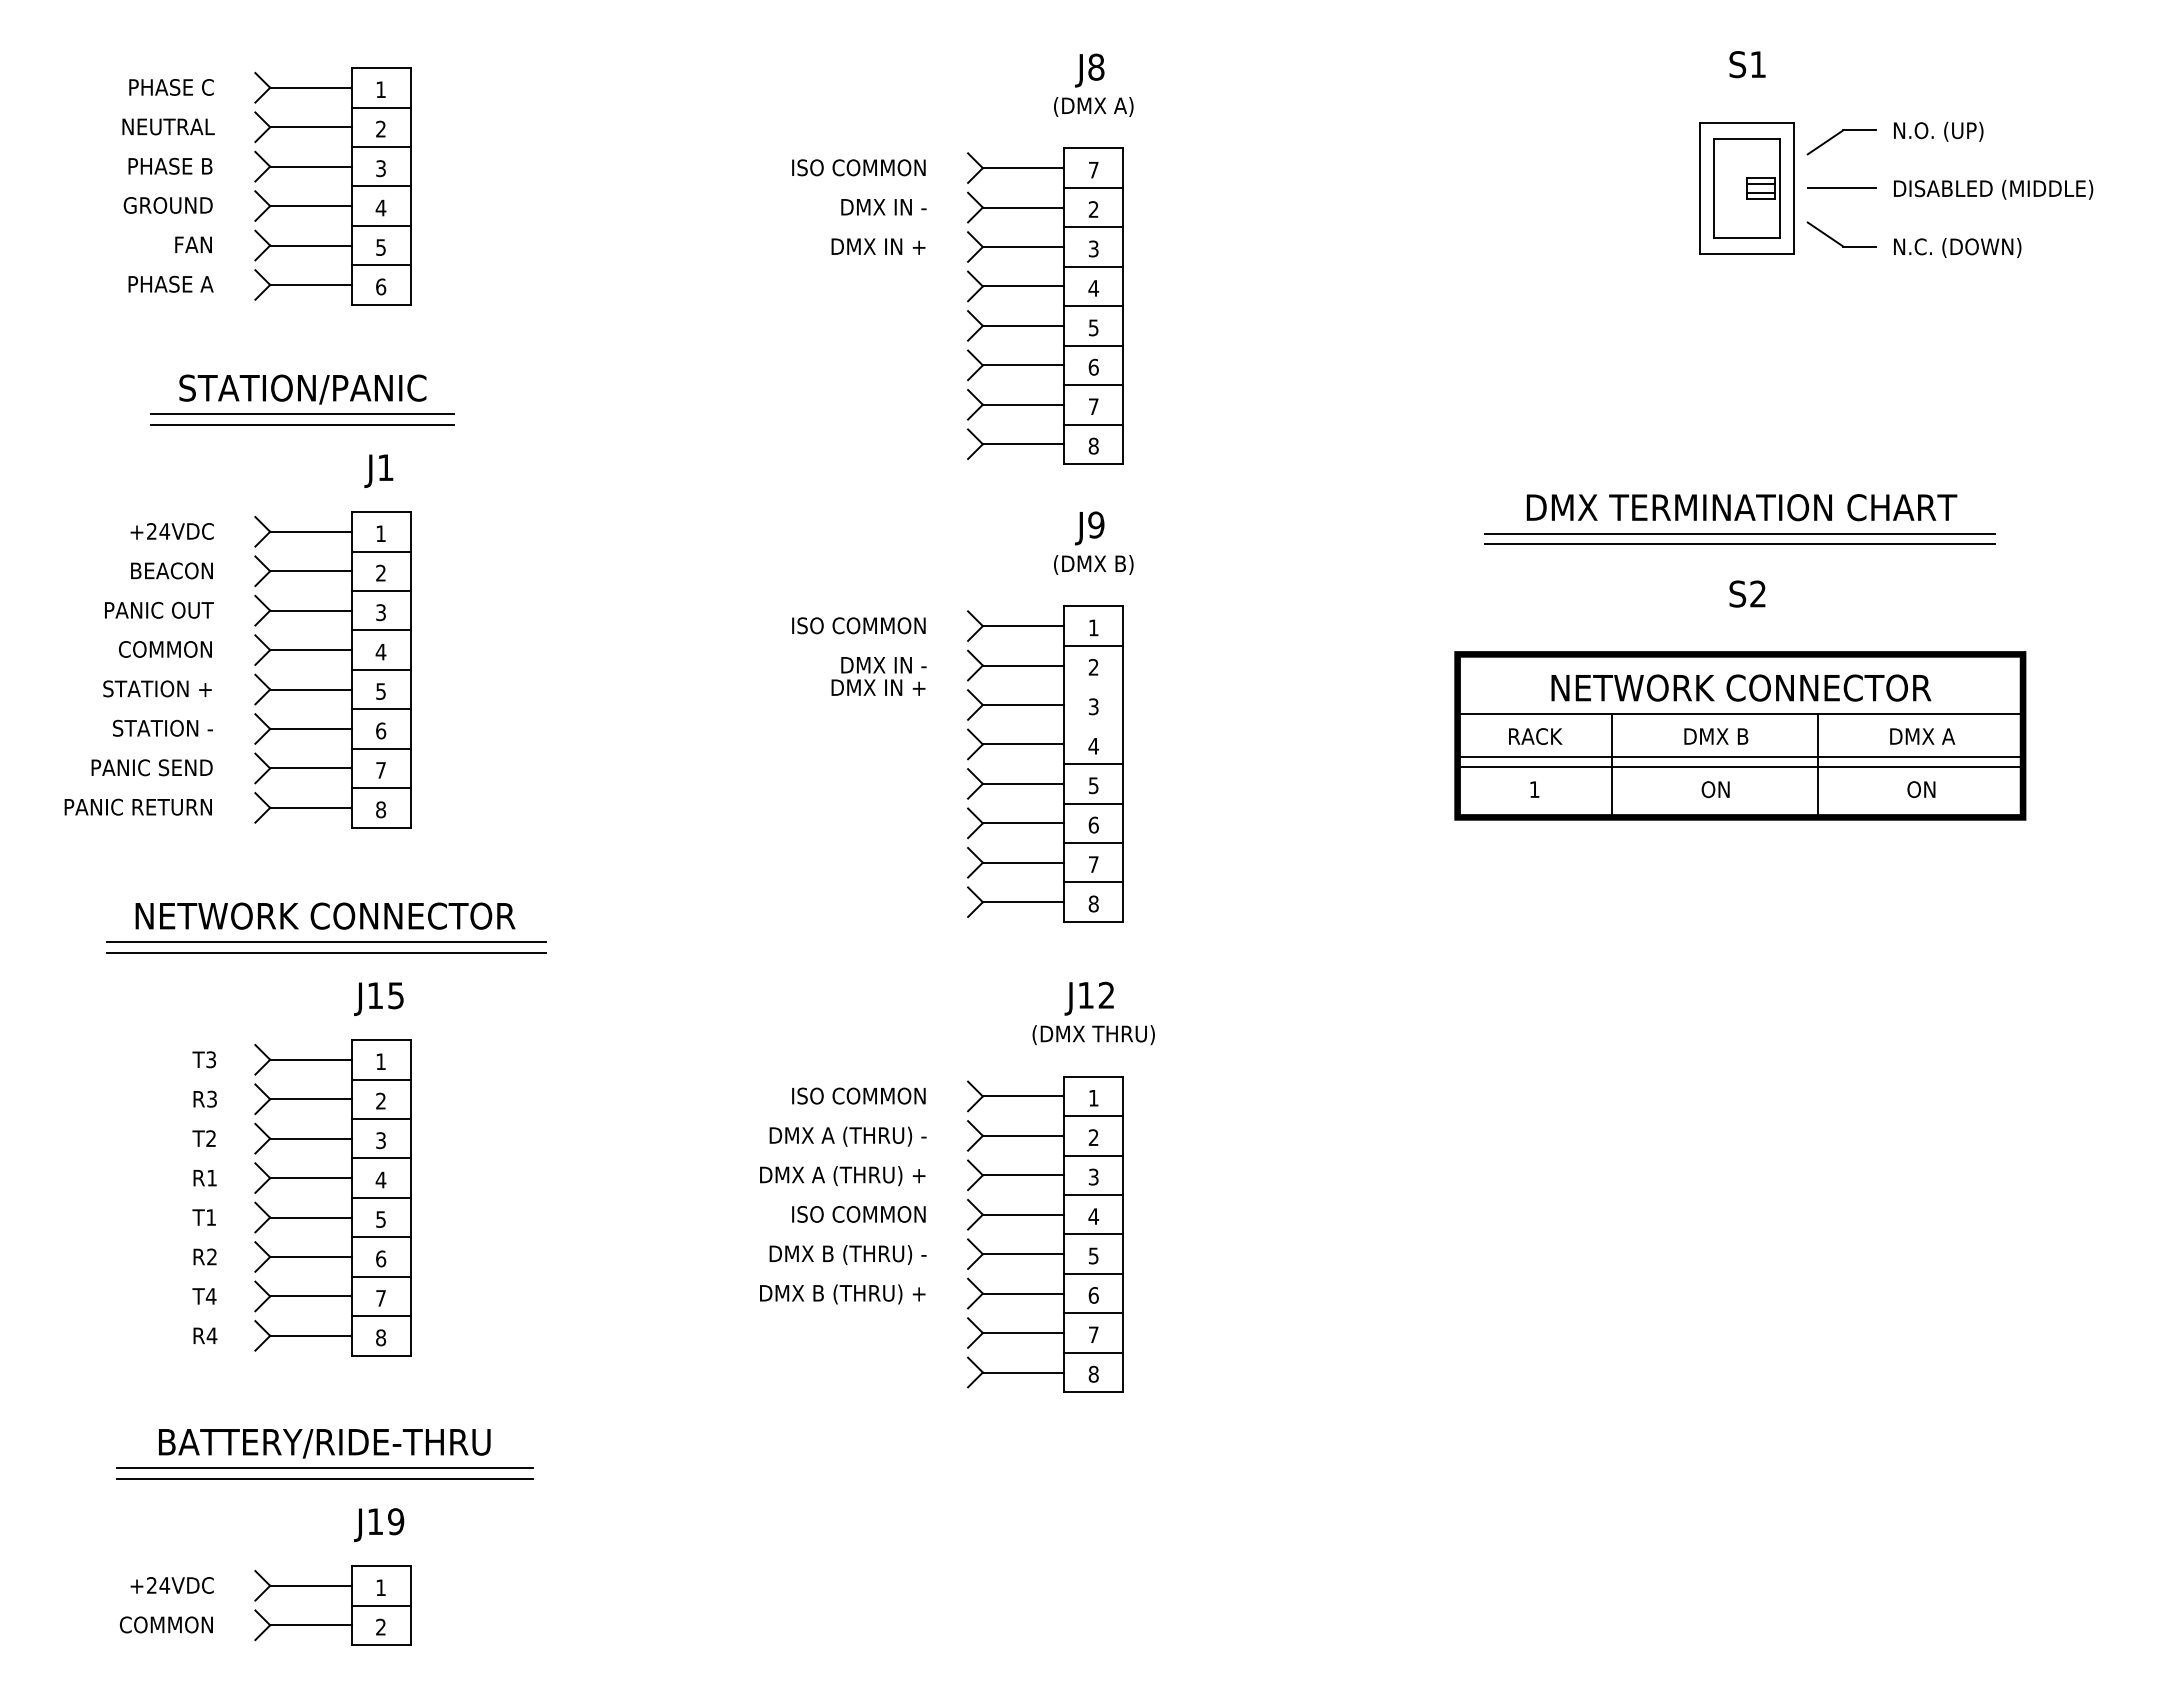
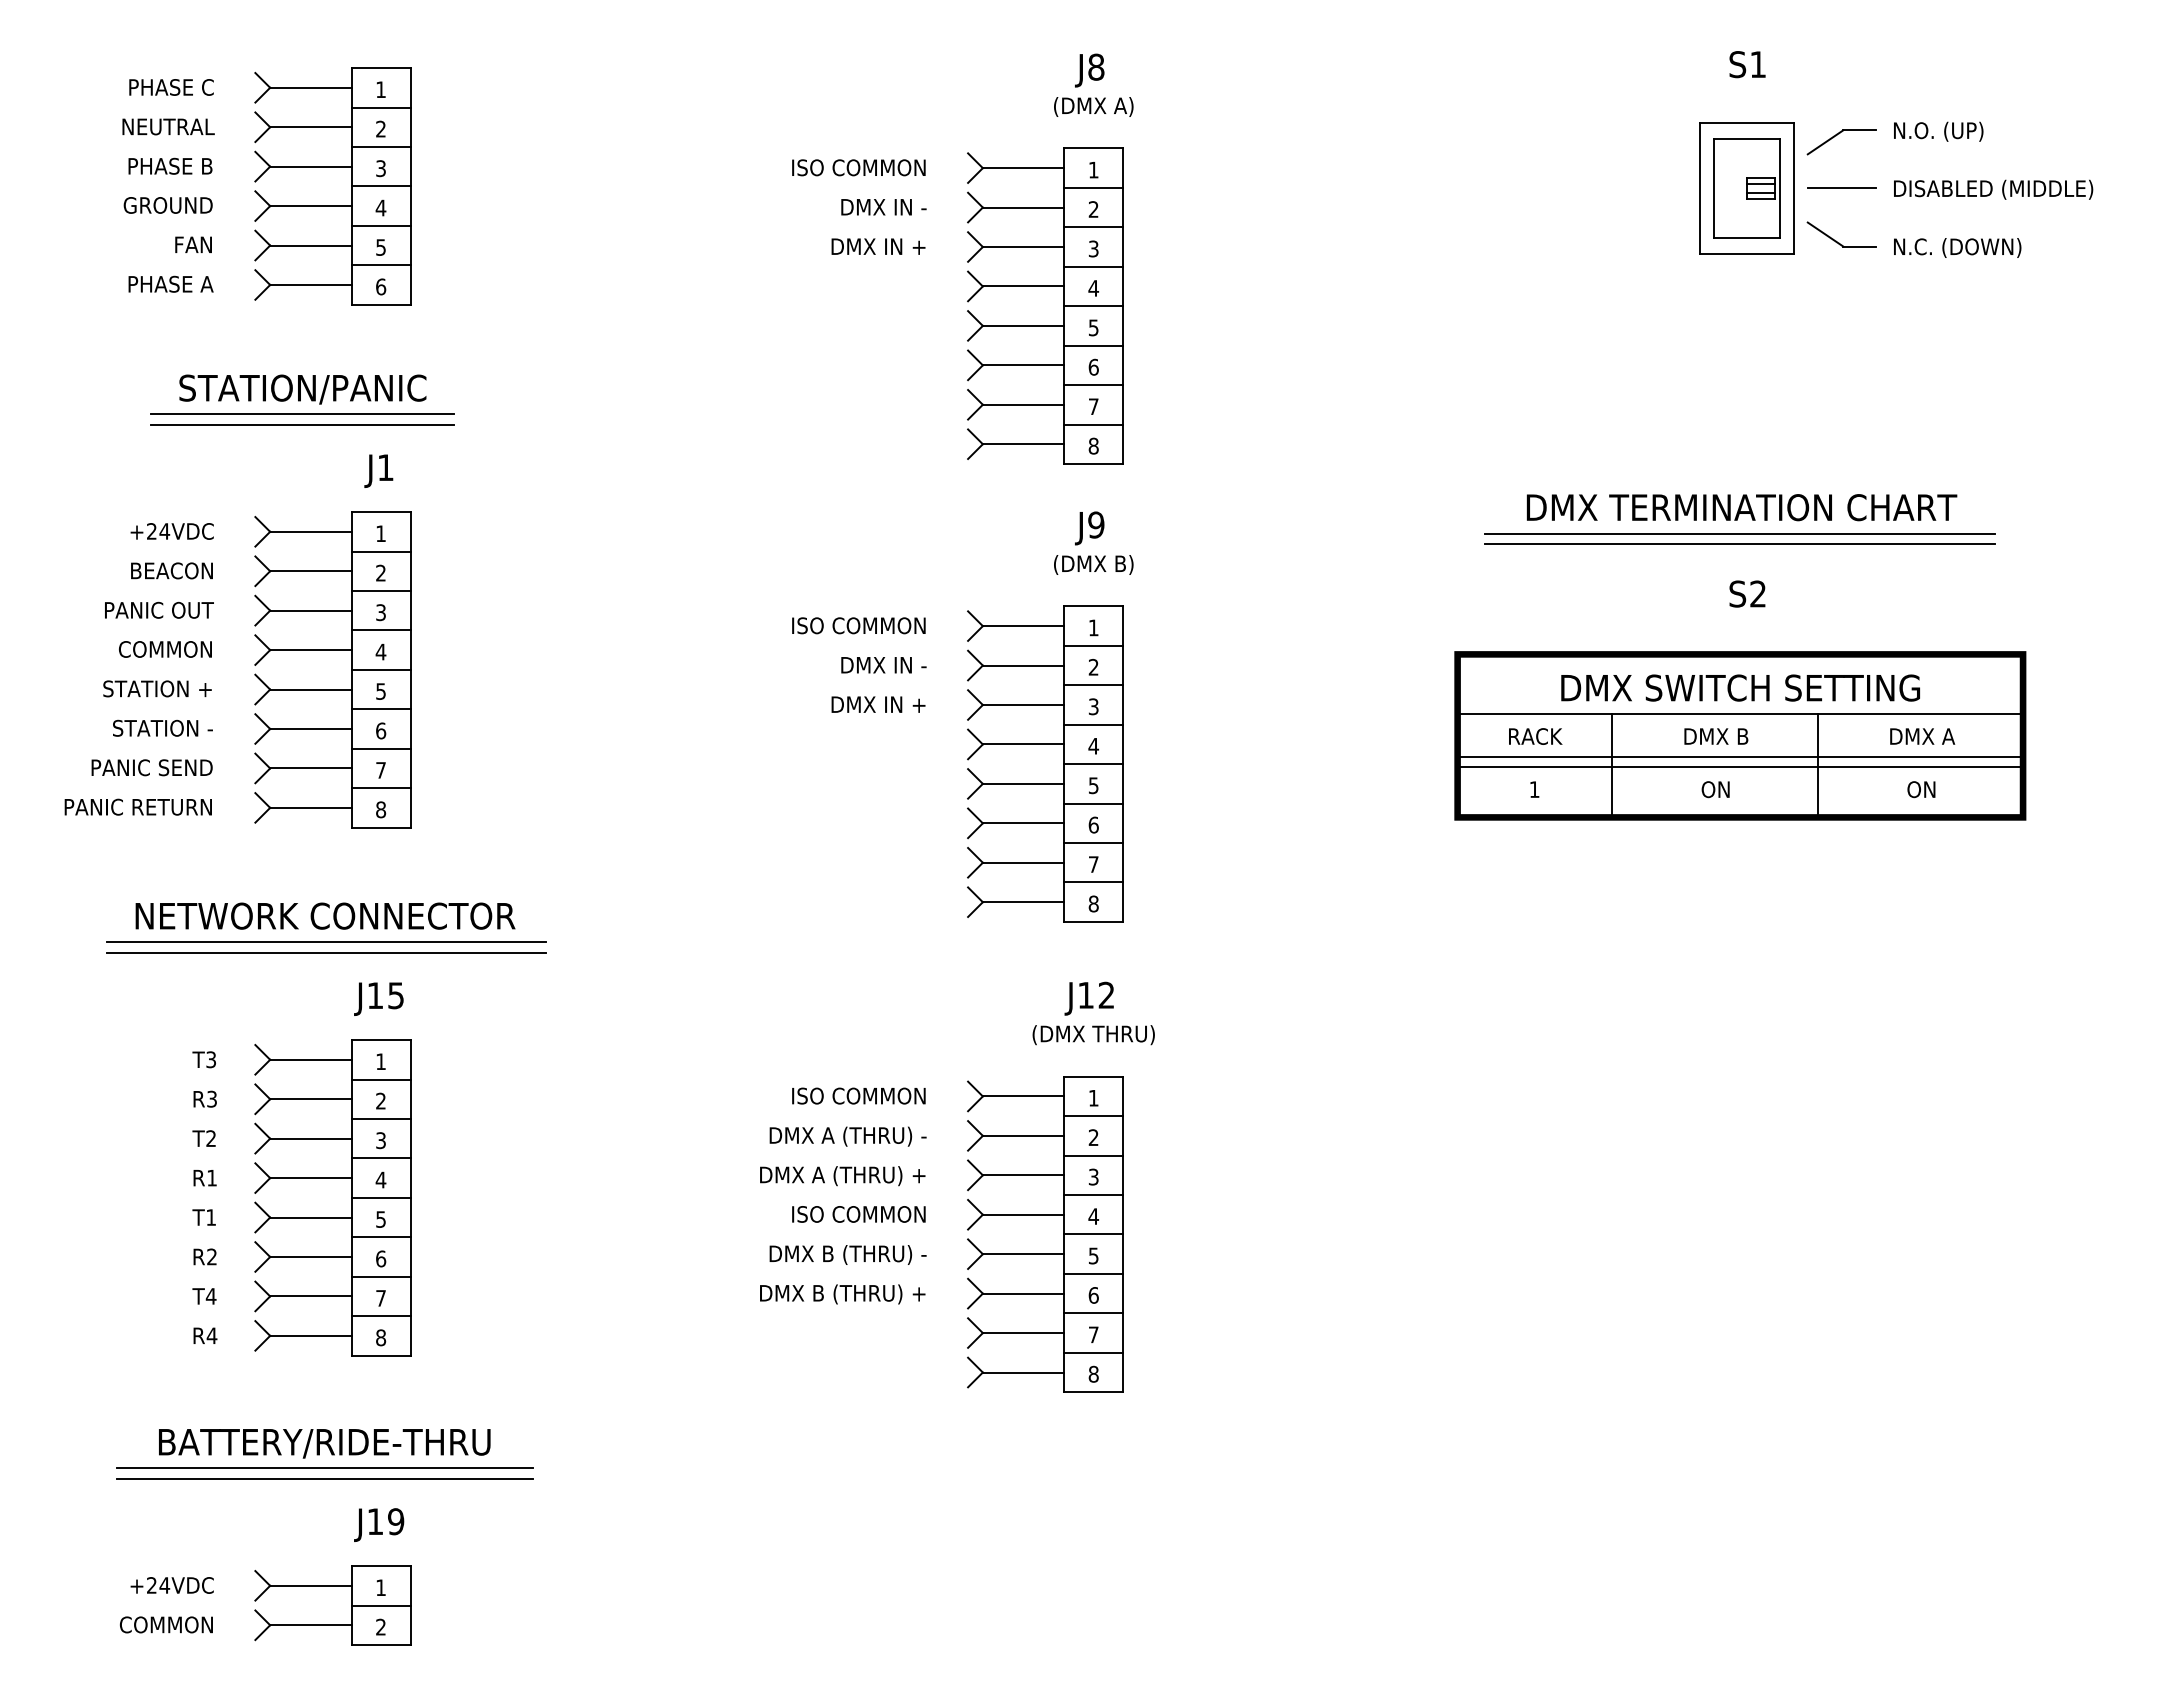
text at (1093, 169): 7 -> 1
line at (1093, 685): none -> present
text at (878, 687) position: (878, 687) -> (878, 704)
text at (1741, 687): NETWORK CONNECTOR -> DMX SWITCH SETTING
line at (1093, 724): none -> present
